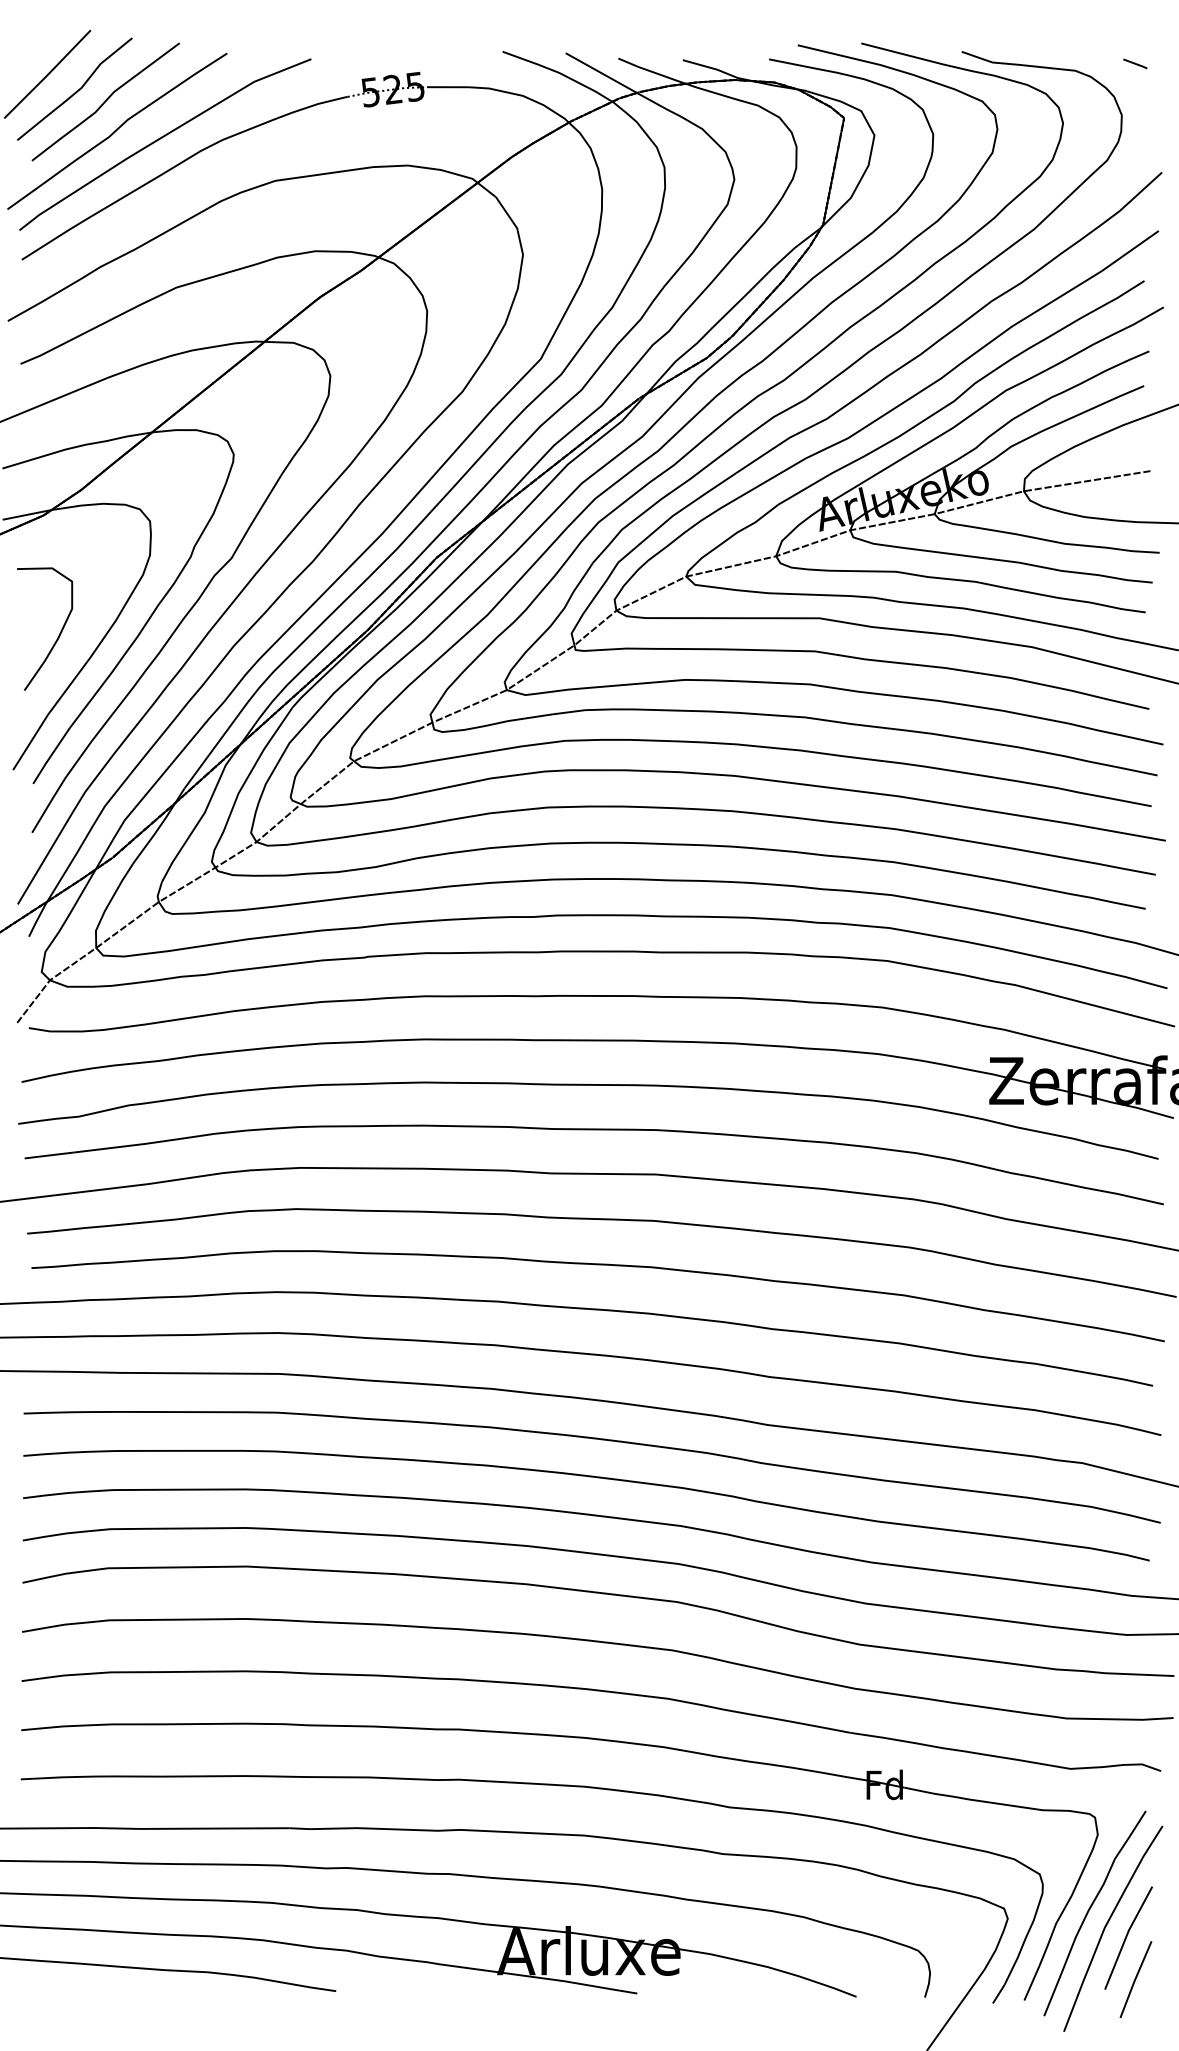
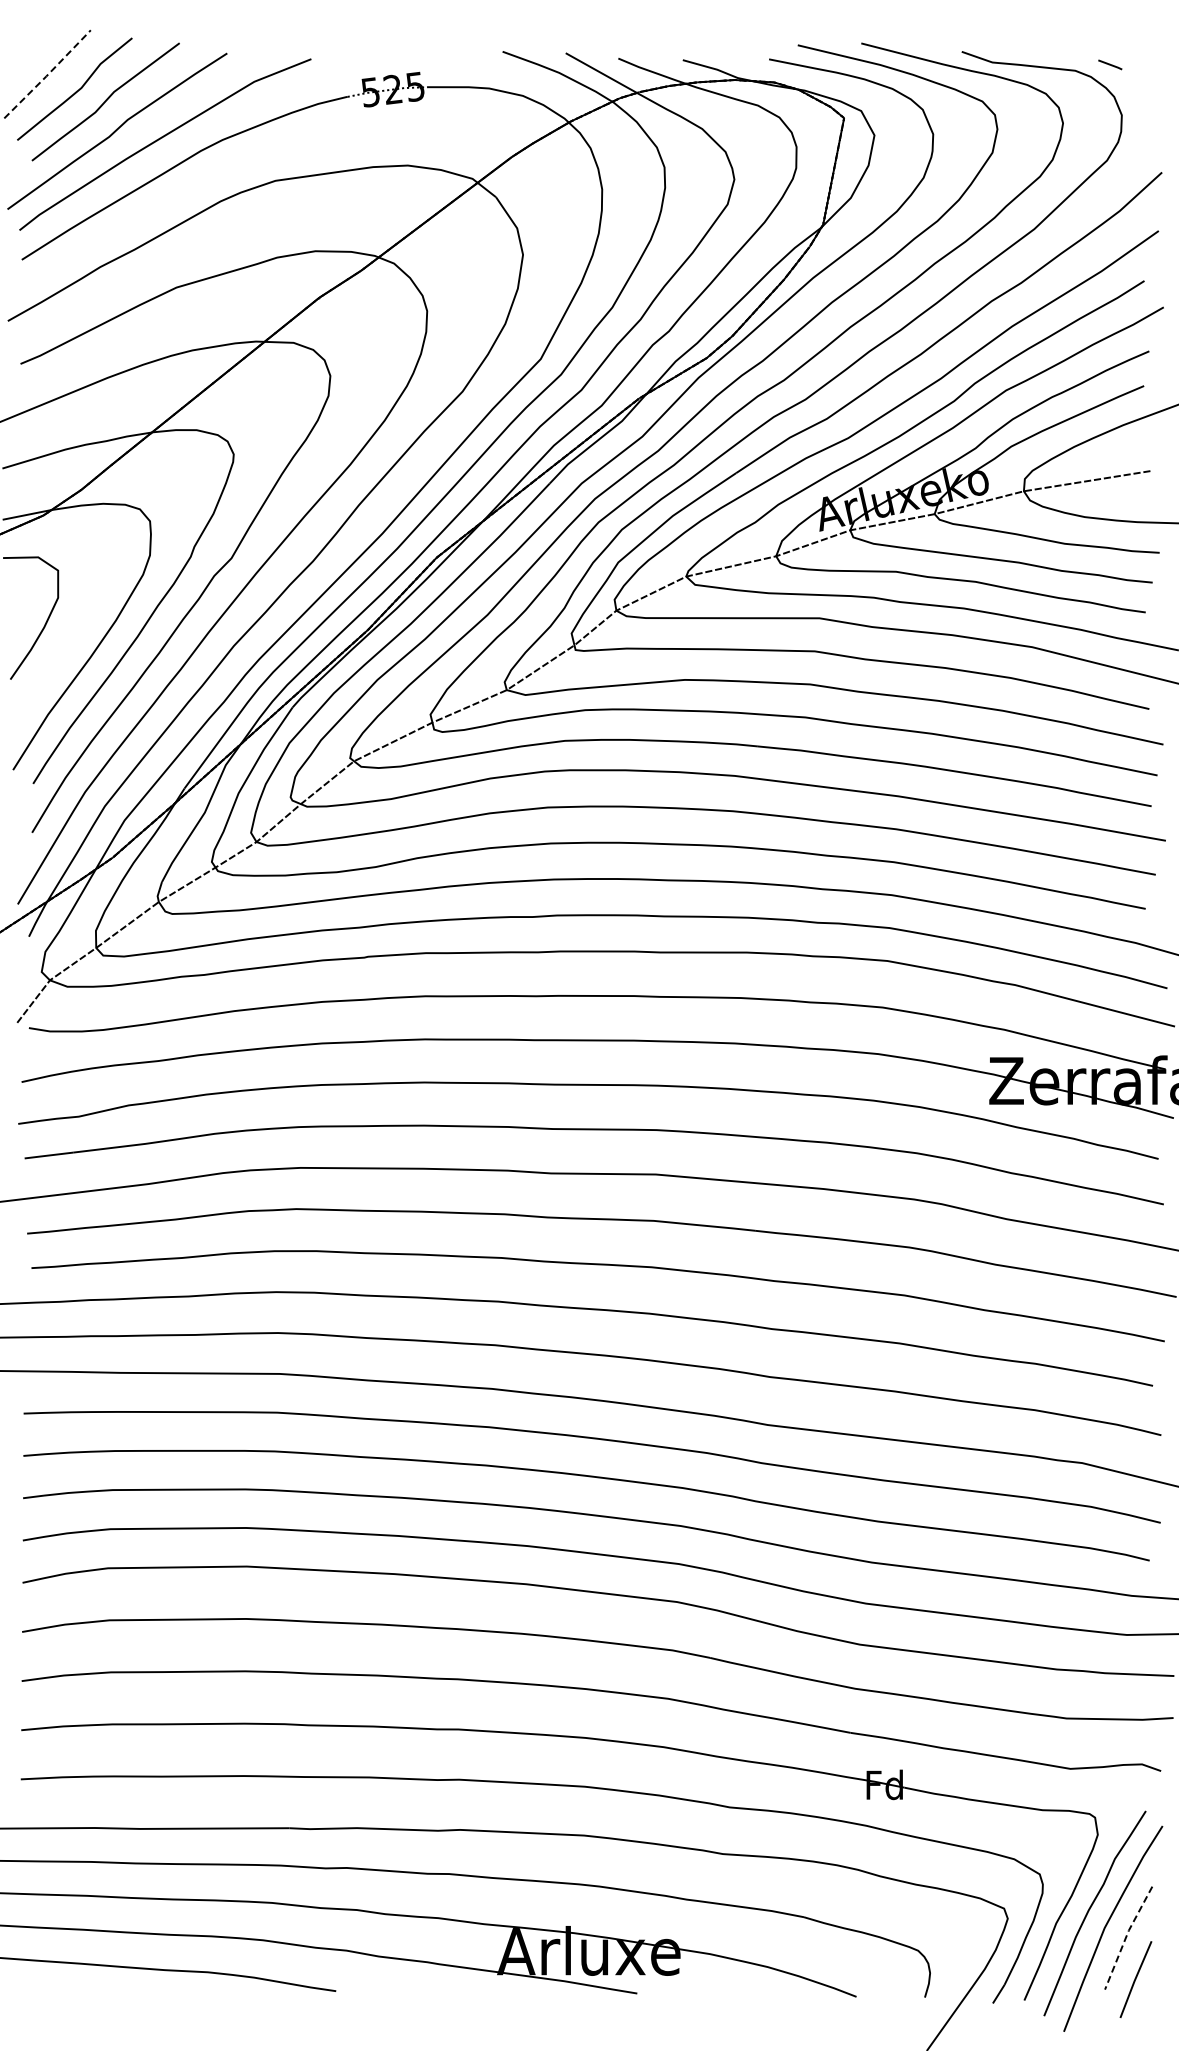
line at (1135, 63) position: (1135, 63) -> (1110, 64)
line at (47, 75): solid -> dashed
curve at (58, 635) position: (58, 635) -> (44, 624)
line at (1126, 1937): solid -> dashed
